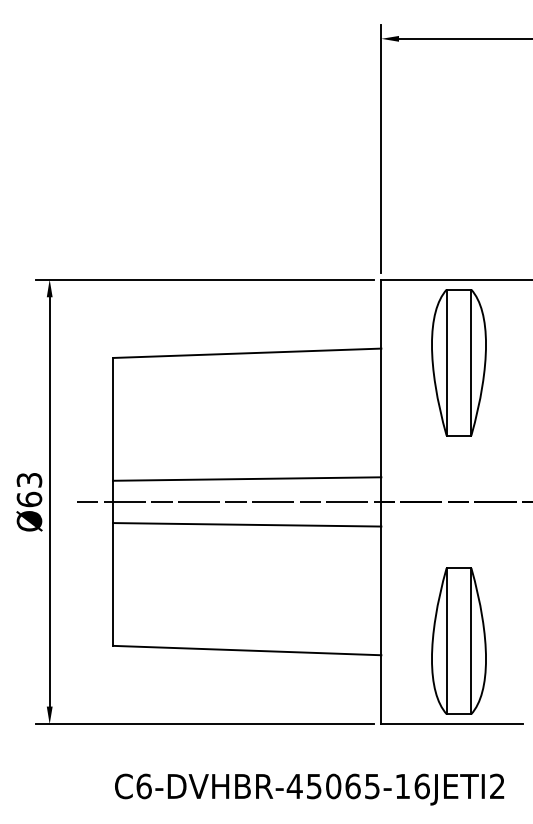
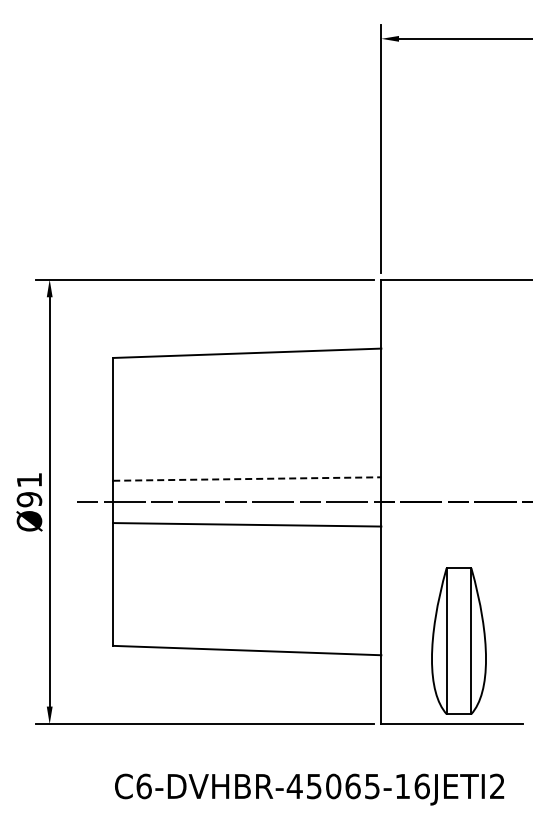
part at (458, 362): present -> none
line at (247, 479): solid -> dashed
text at (29, 490): Ø63 -> Ø91
